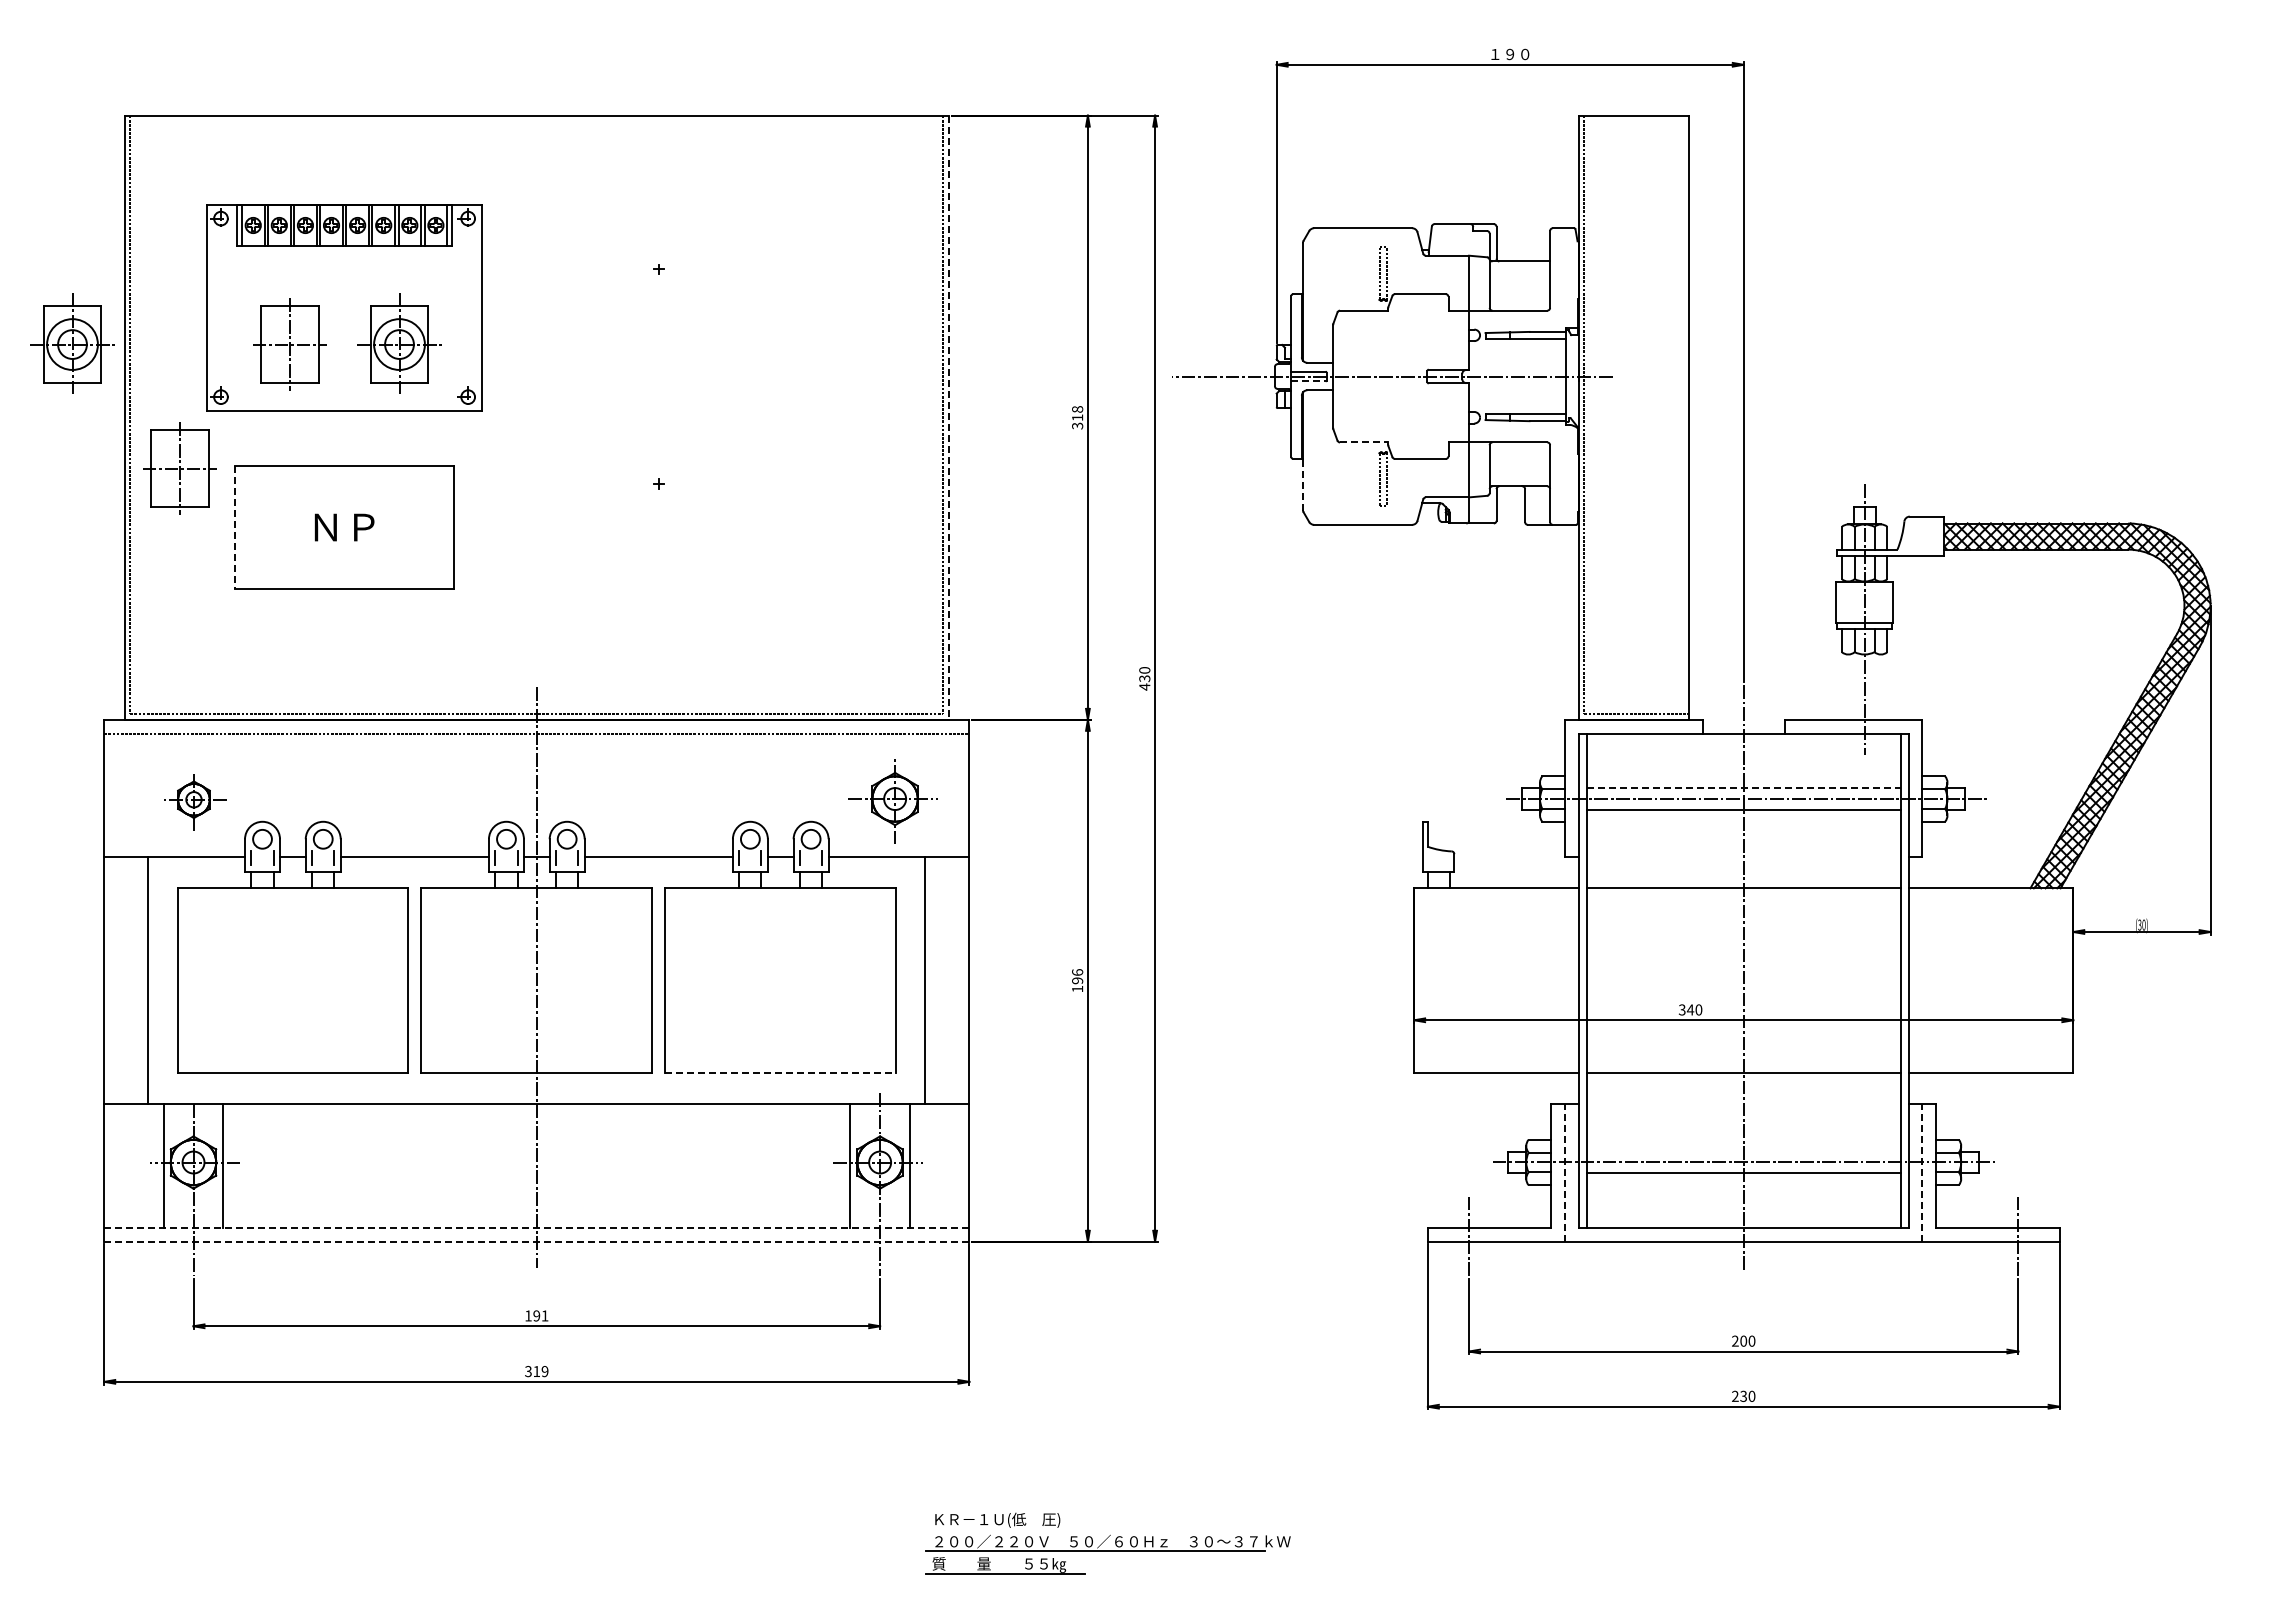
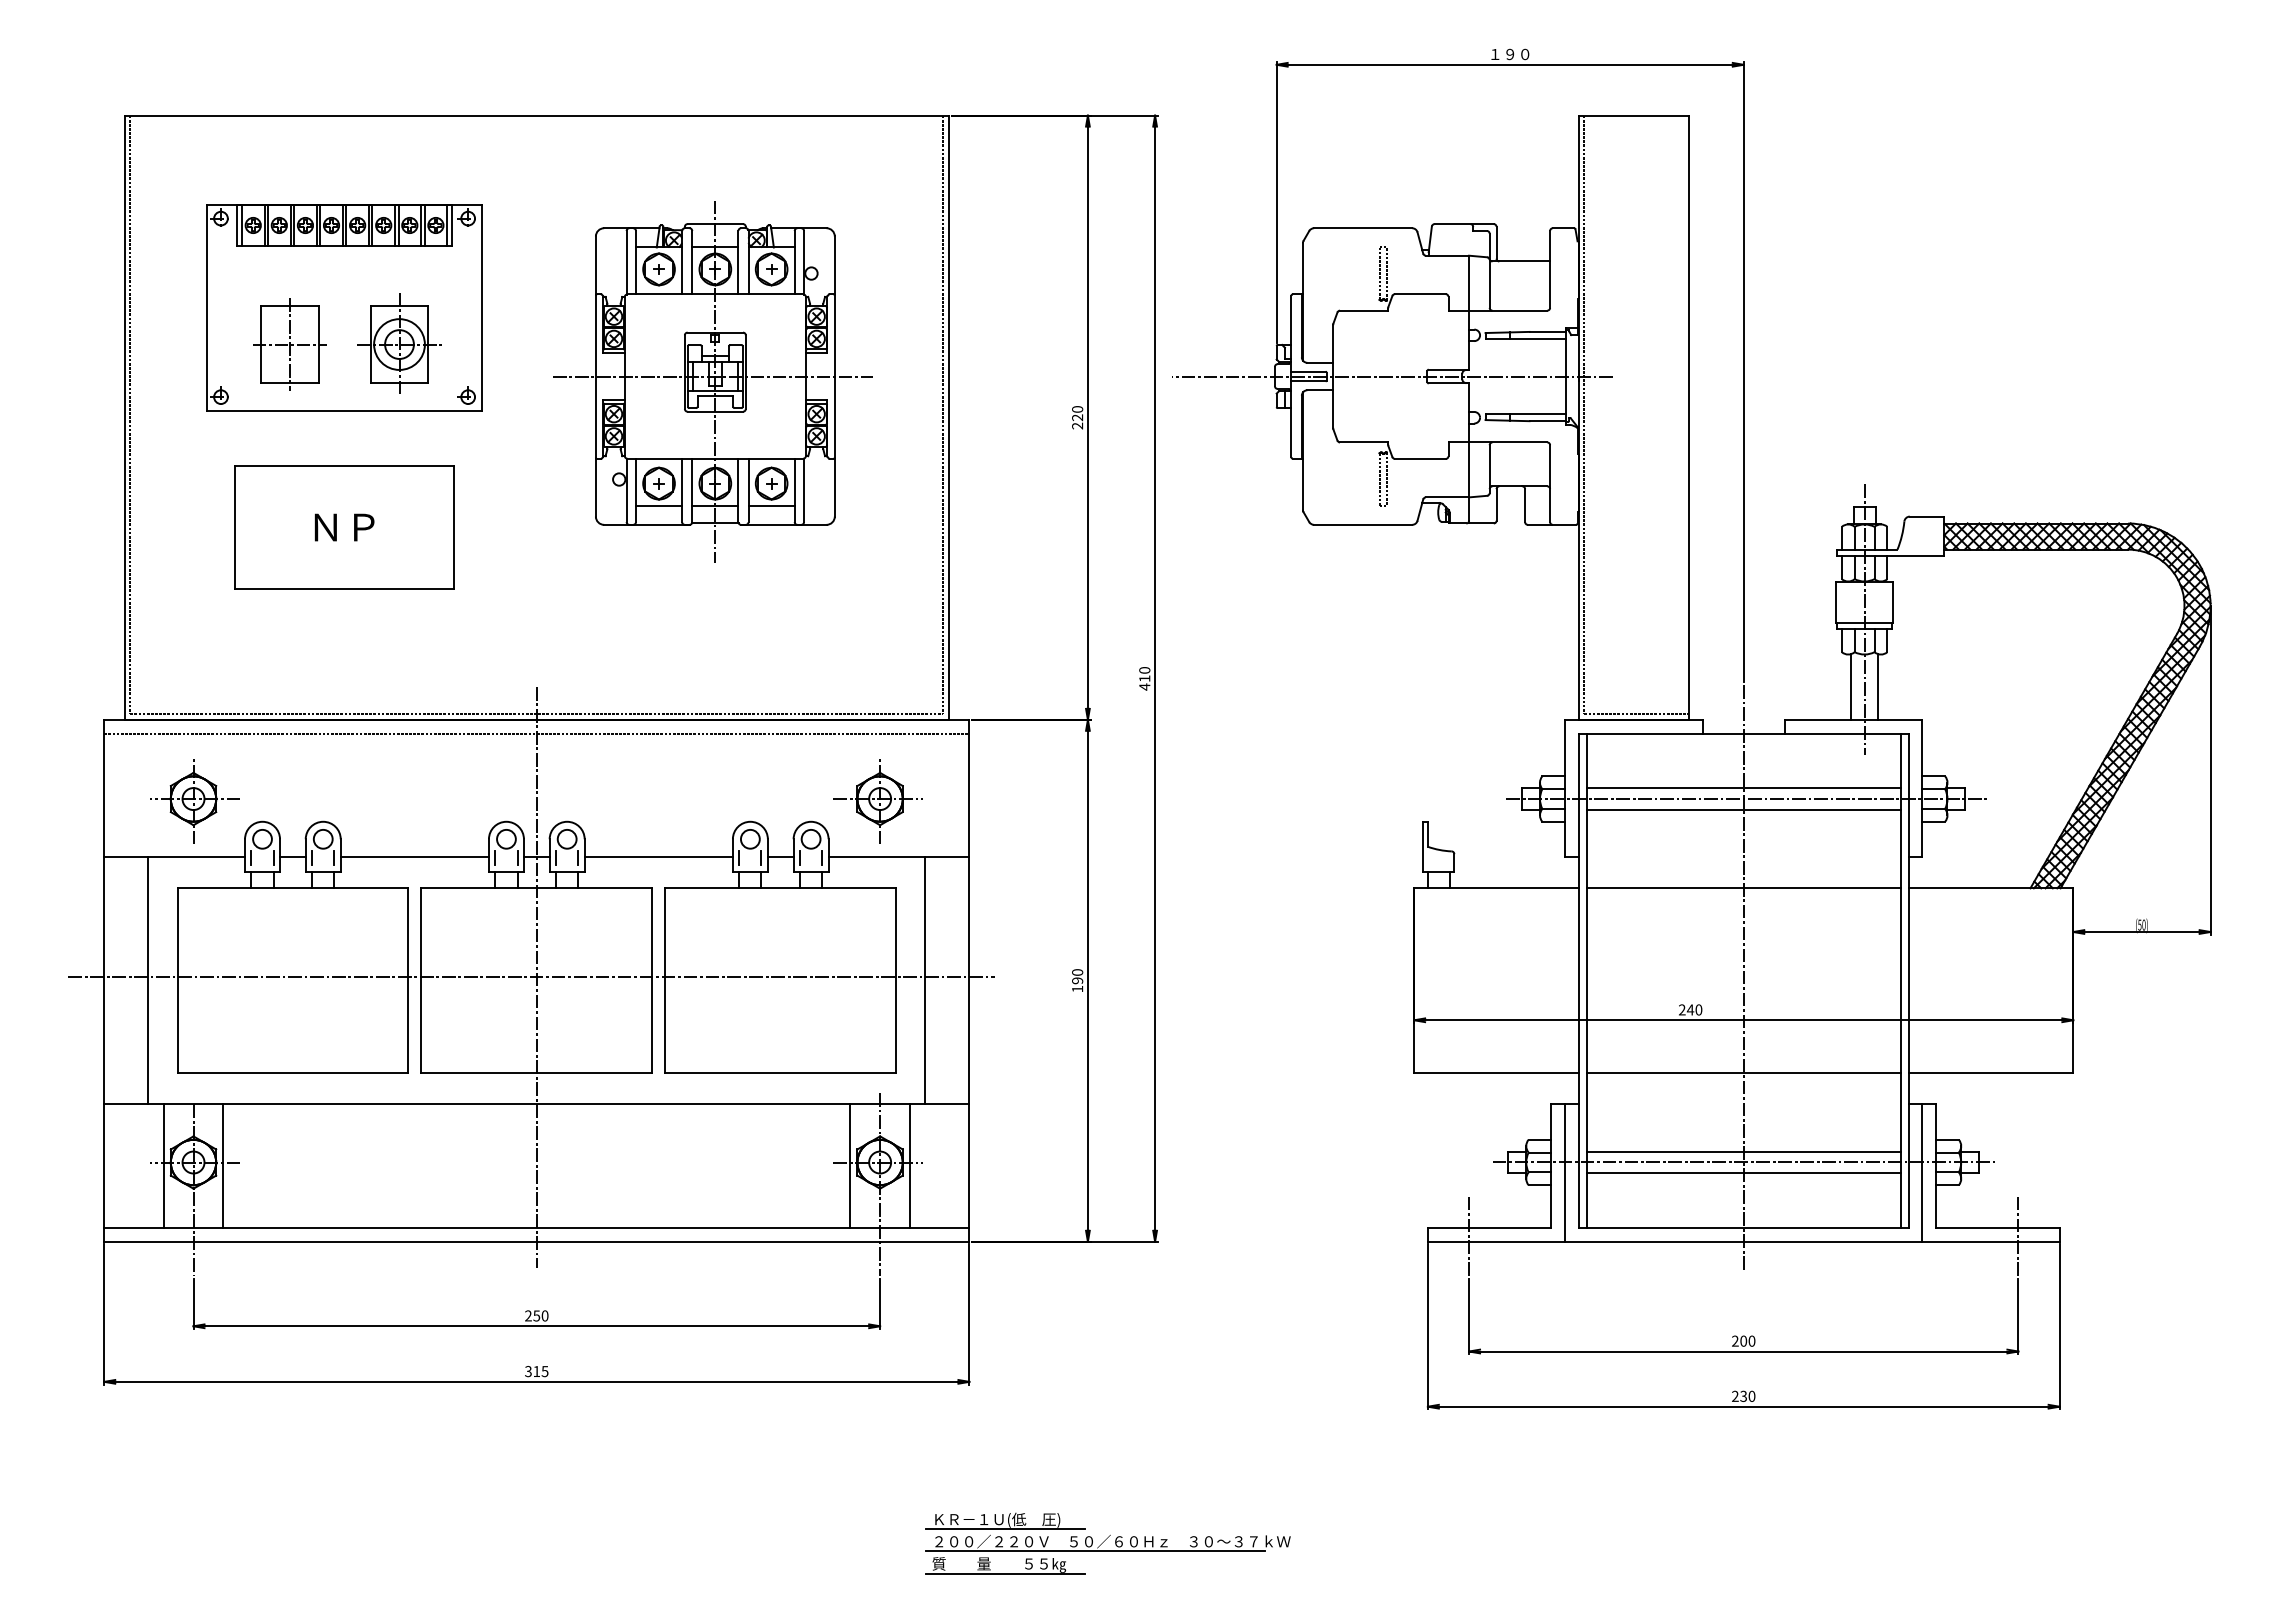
part at (72, 343): present -> none
part at (712, 381): none -> present
line at (1309, 381): dashed -> solid
text at (1077, 417): 318 -> 220
line at (948, 418): dashed -> solid
line at (1364, 442): dashed -> solid
part at (179, 468): present -> none
line at (1302, 484): dashed -> solid
line at (234, 527): dashed -> solid
text at (1144, 678): 430 -> 410
line at (1850, 686): none -> present
line at (1878, 686): none -> present
line at (1743, 788): dashed -> solid
part at (892, 801) position: (892, 801) -> (877, 801)
part at (195, 802) size: 63x57 px -> 90x85 px
text at (2139, 924): (30) -> (50)
text at (1077, 972): 196 -> 190
line at (531, 977): none -> present
text at (1682, 1010): 340 -> 240
line at (781, 1073): dashed -> solid
line at (1743, 1151): none -> present
line at (1565, 1173): dashed -> solid
line at (1922, 1173): dashed -> solid
line at (536, 1228): dashed -> solid
line at (536, 1241): dashed -> solid
text at (536, 1315): 191 -> 250
text at (544, 1371): 319 -> 315
line at (1005, 1529): none -> present
